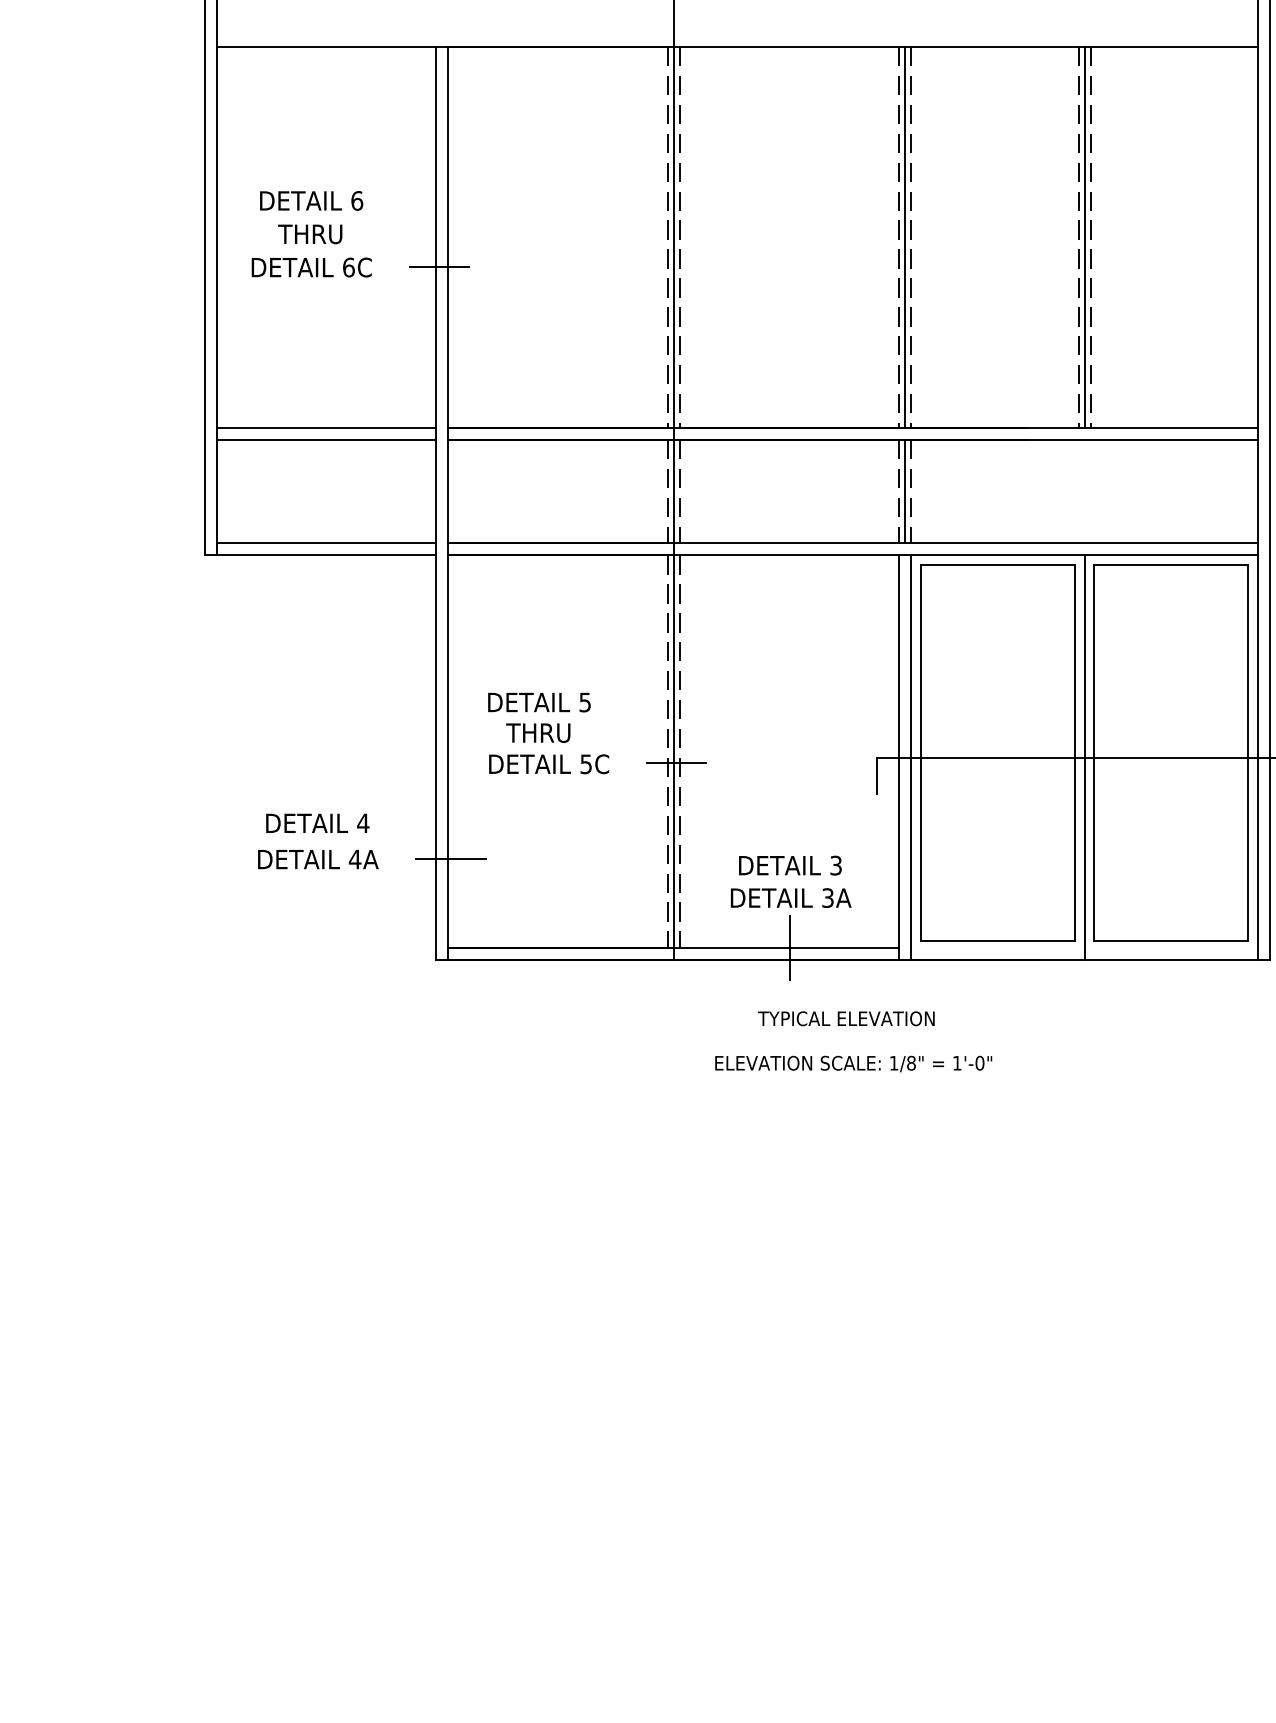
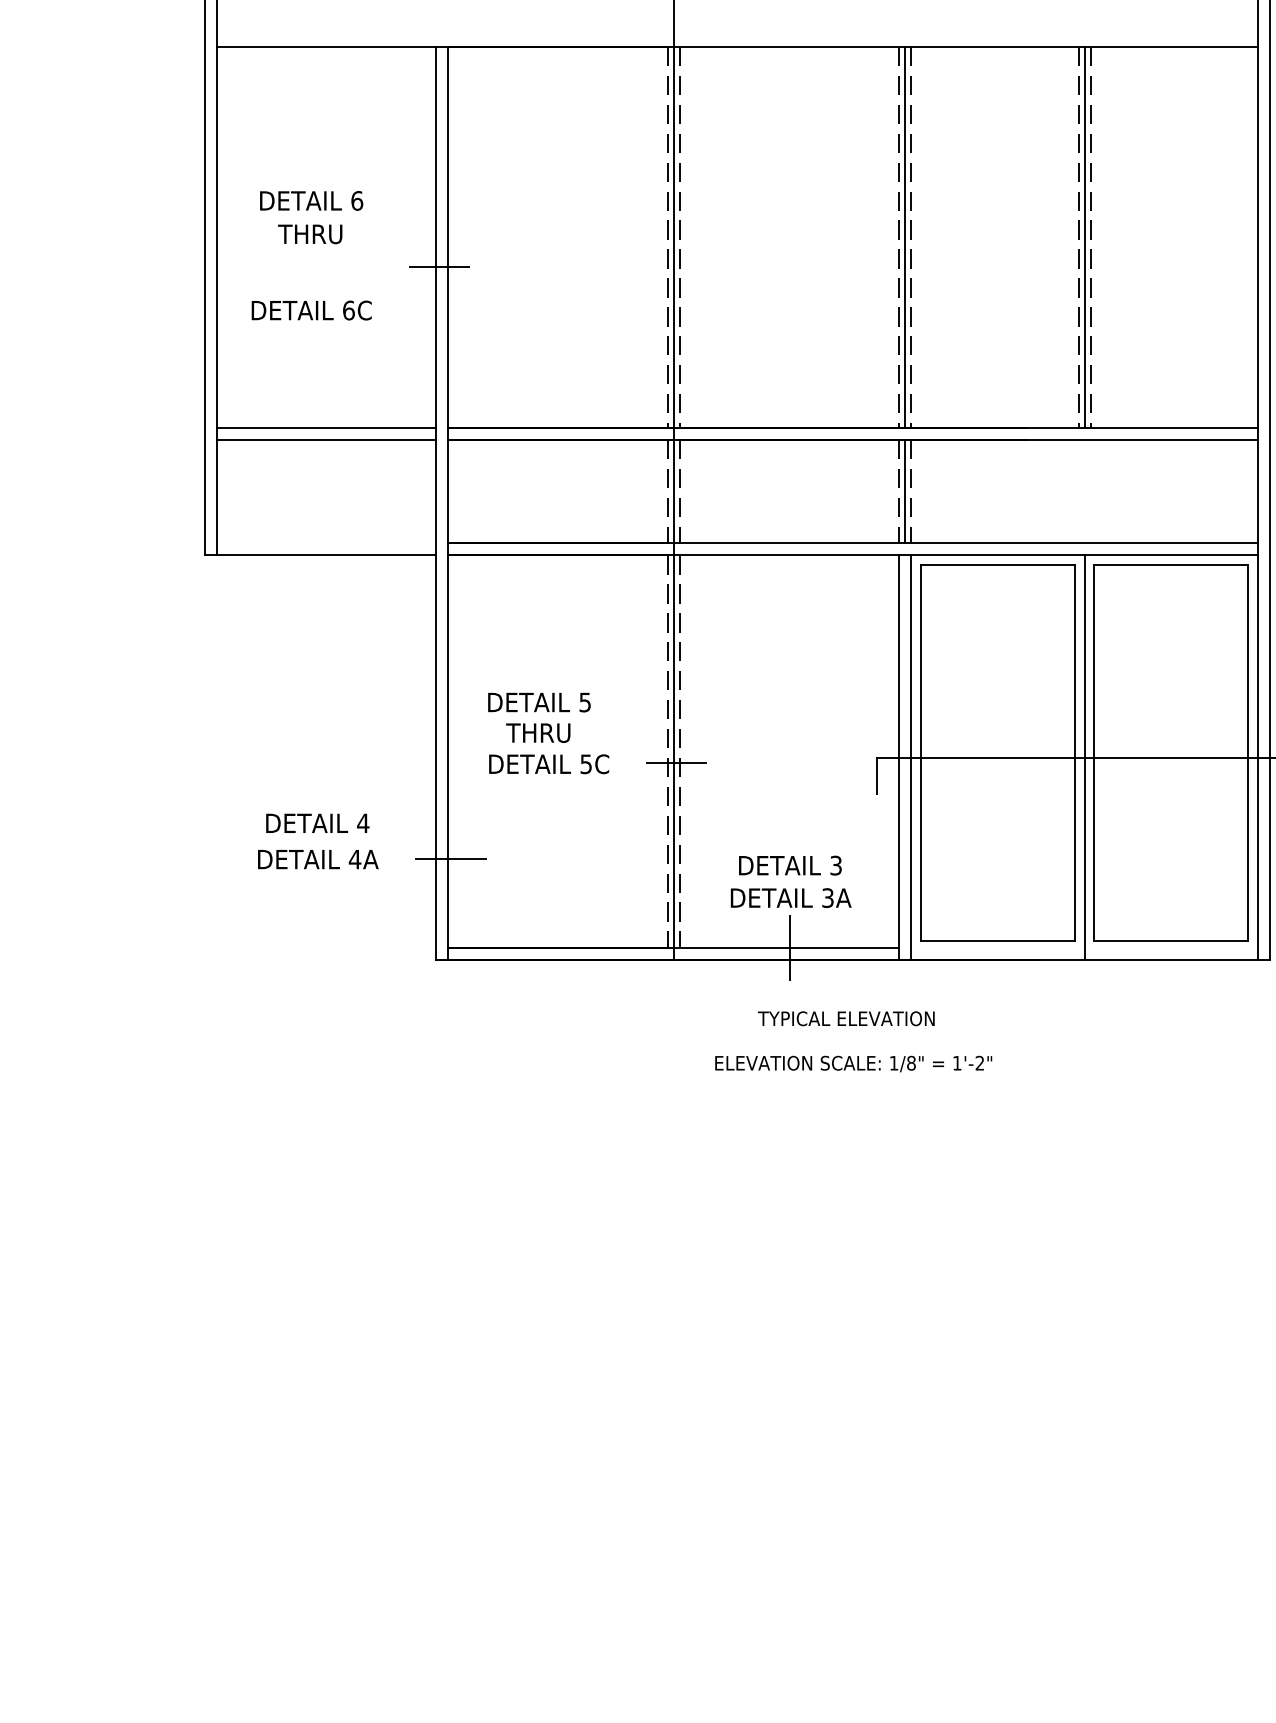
text at (311, 267) position: (311, 267) -> (311, 310)
line at (326, 543): present -> none
text at (979, 1062): 1'-0" -> 1'-2"
